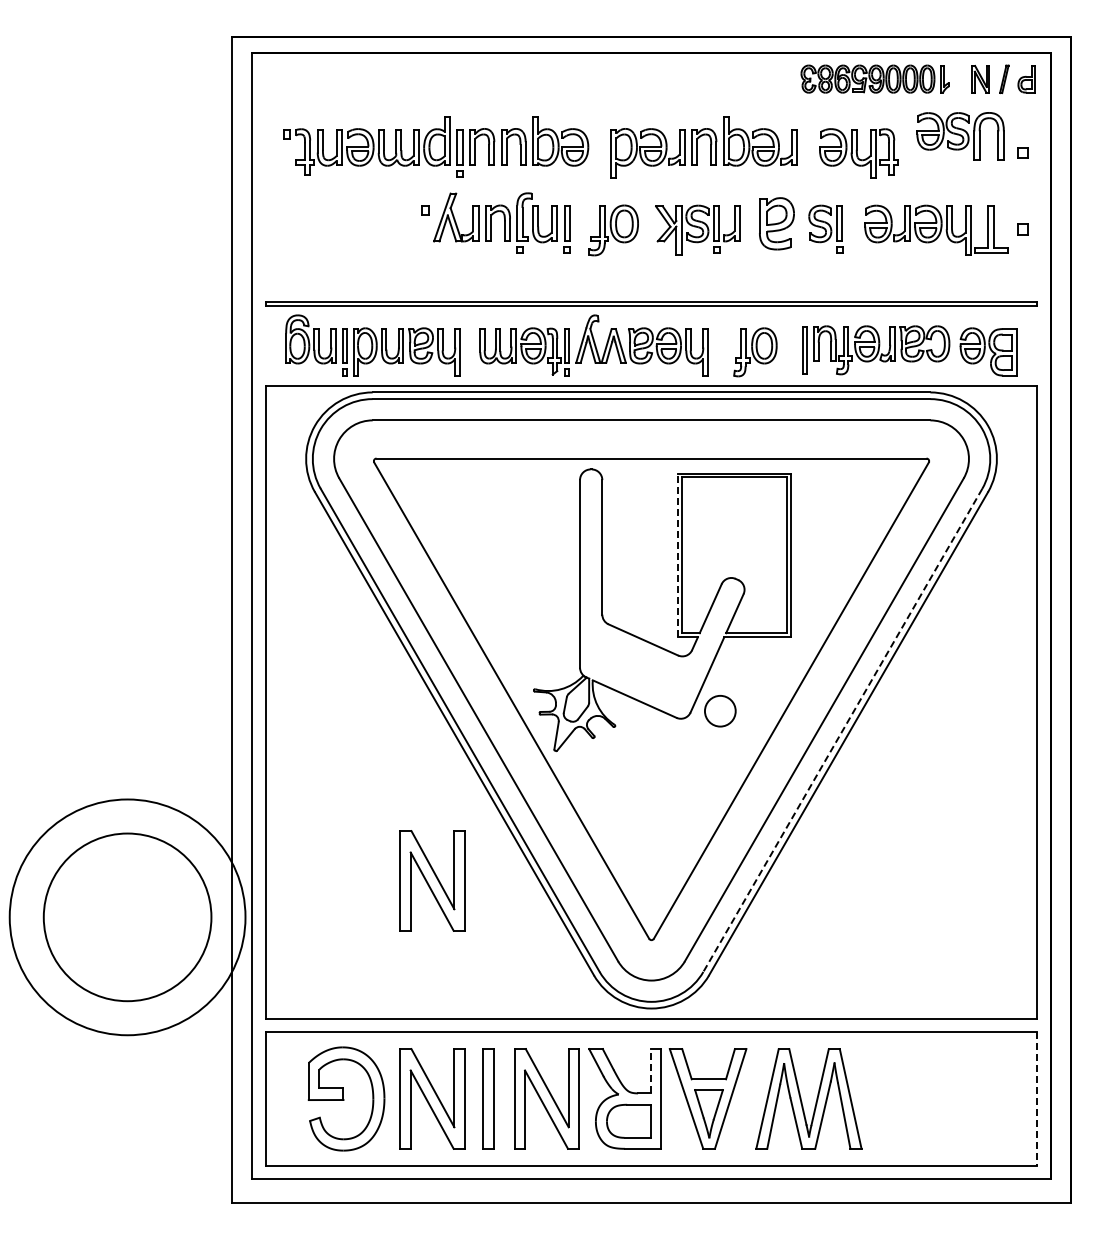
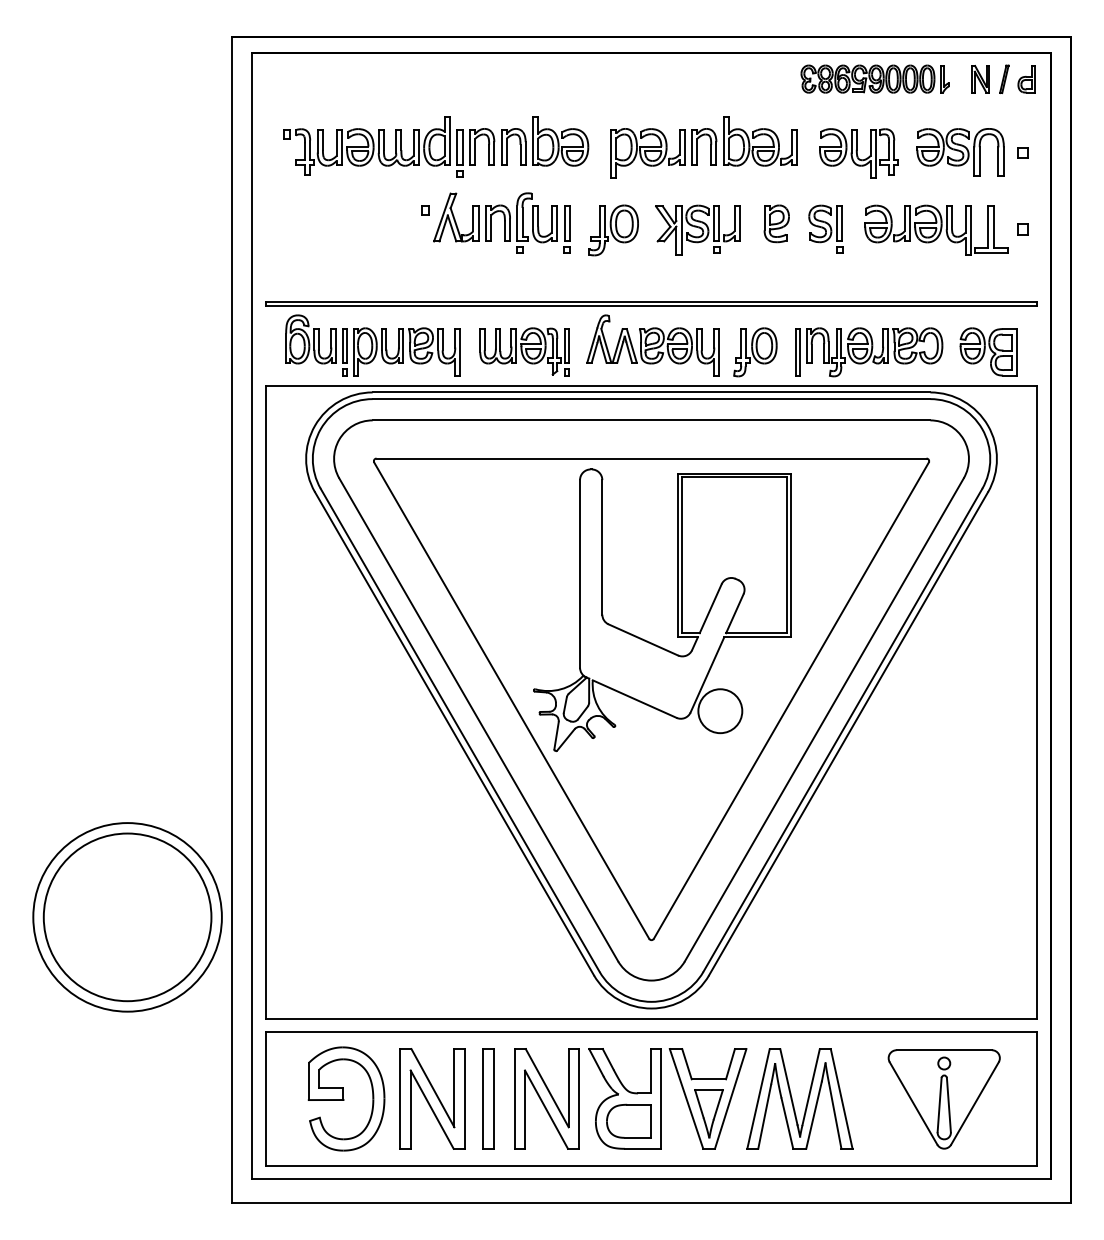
part at (960, 136) position: (960, 136) -> (960, 152)
part at (776, 223) size: 36x54 px -> 27x40 px
part at (641, 345) position: (641, 345) -> (652, 345)
part at (876, 350) position: (876, 350) -> (869, 352)
line at (677, 555): dashed -> solid
circle at (719, 710) diameter: 31 px -> 44 px
line at (842, 730): dashed -> solid
part at (432, 880): present -> none
circle at (127, 917) diameter: 236 px -> 189 px
line at (650, 1070): dashed -> solid
part at (943, 1099): none -> present
line at (1037, 1099): dashed -> solid
part at (802, 1101) position: (802, 1101) -> (793, 1101)
